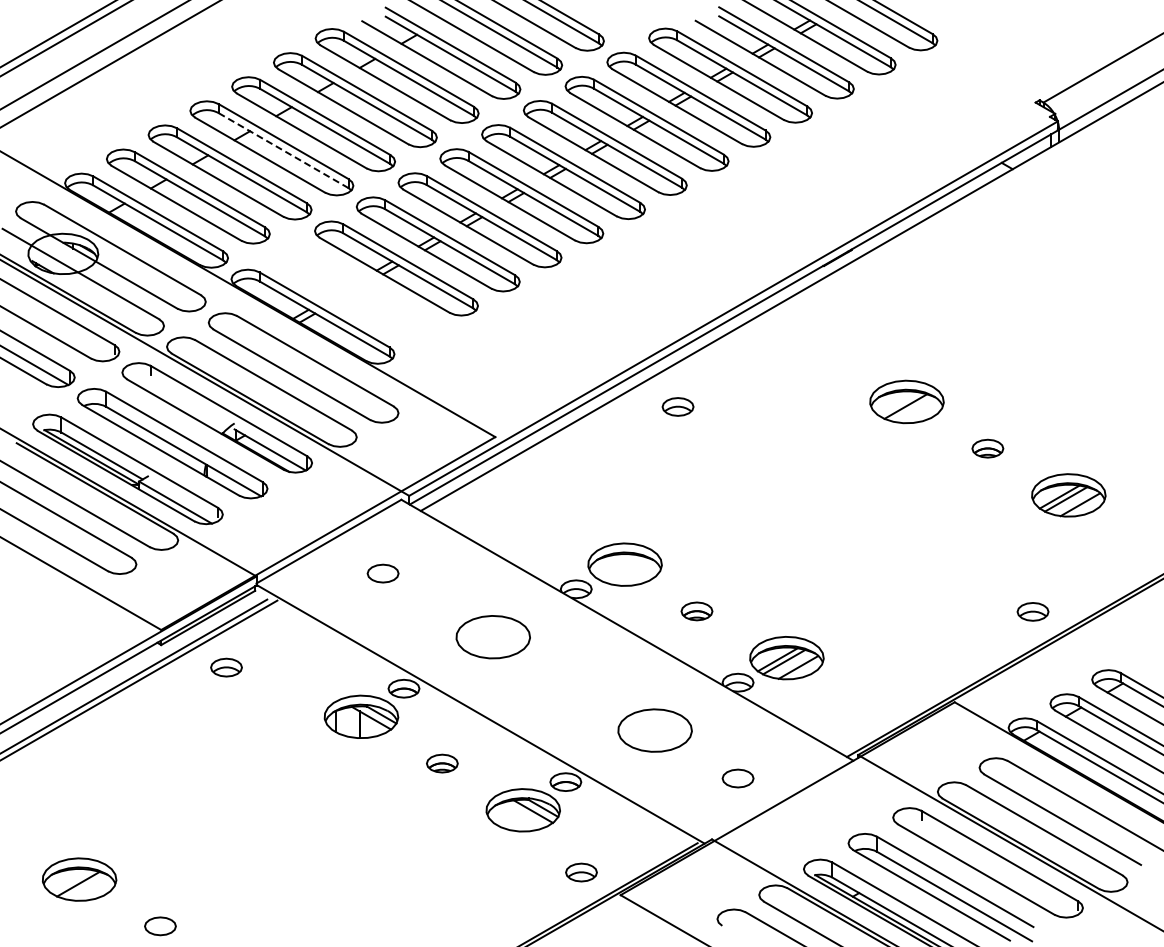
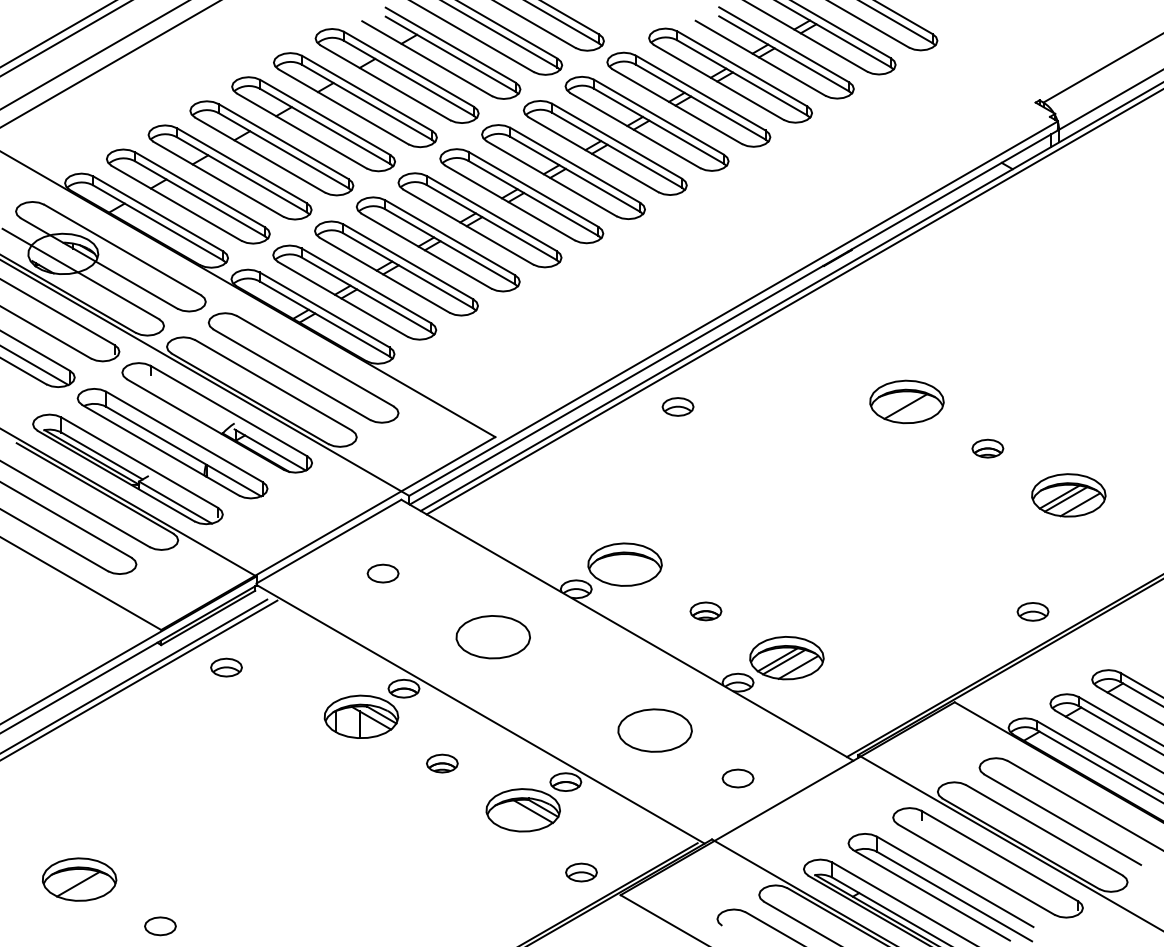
line at (283, 150): dashed -> solid
part at (354, 292): none -> present
line at (793, 302): none -> present
part at (696, 611) position: (696, 611) -> (705, 611)
